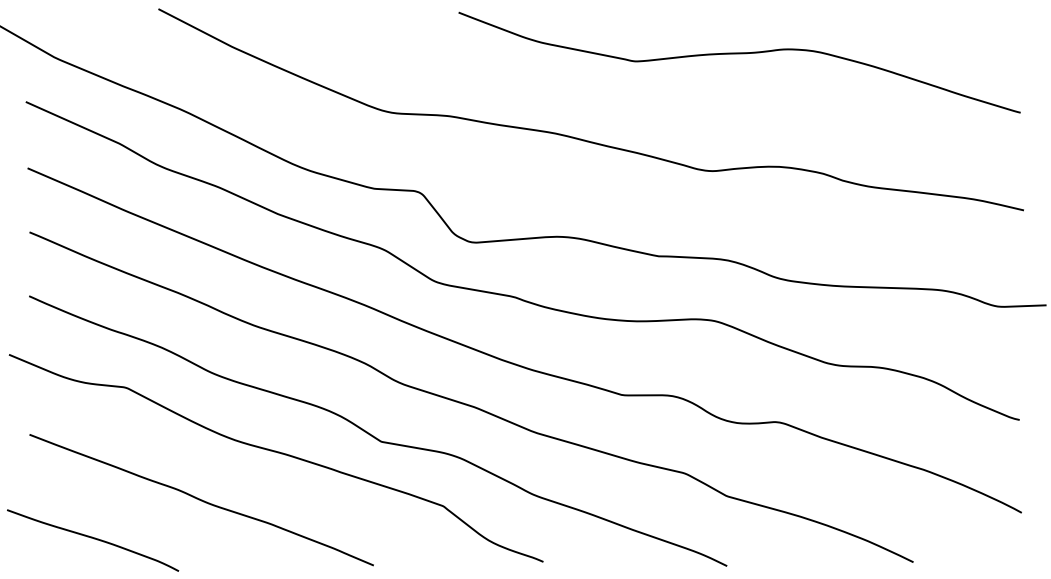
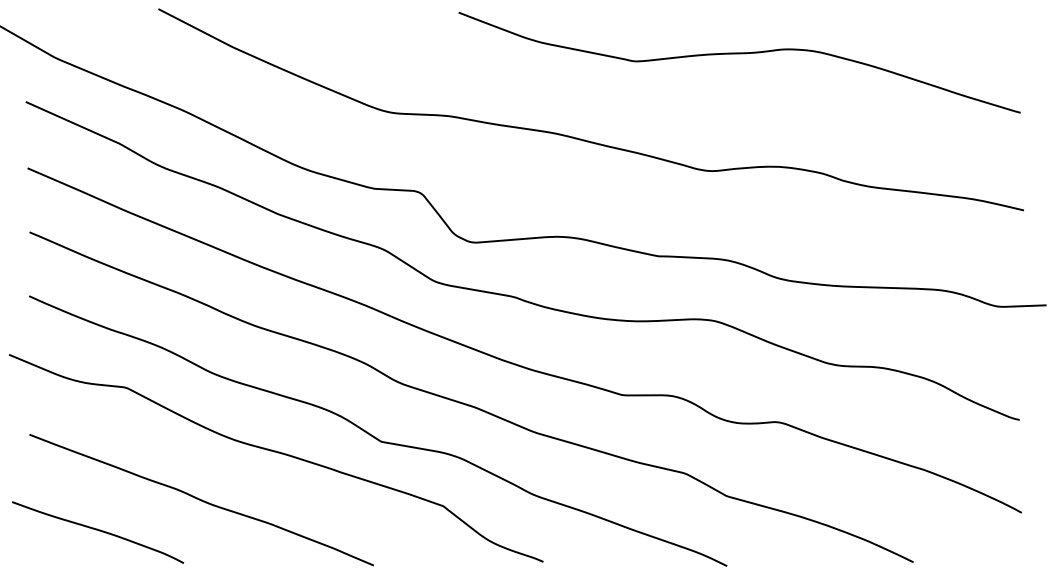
curve at (94, 539) position: (94, 539) -> (99, 531)
